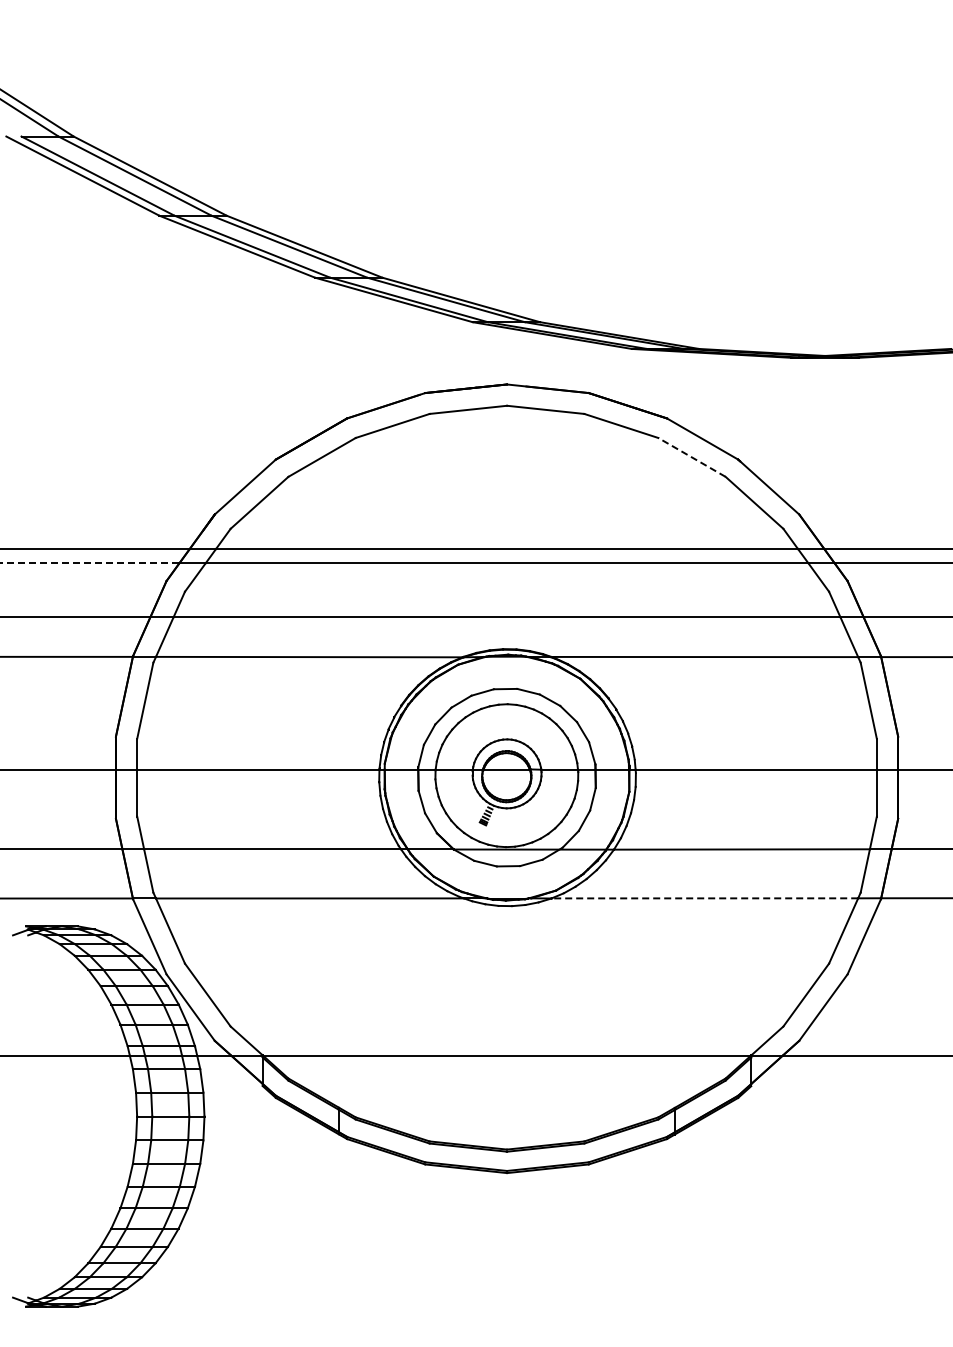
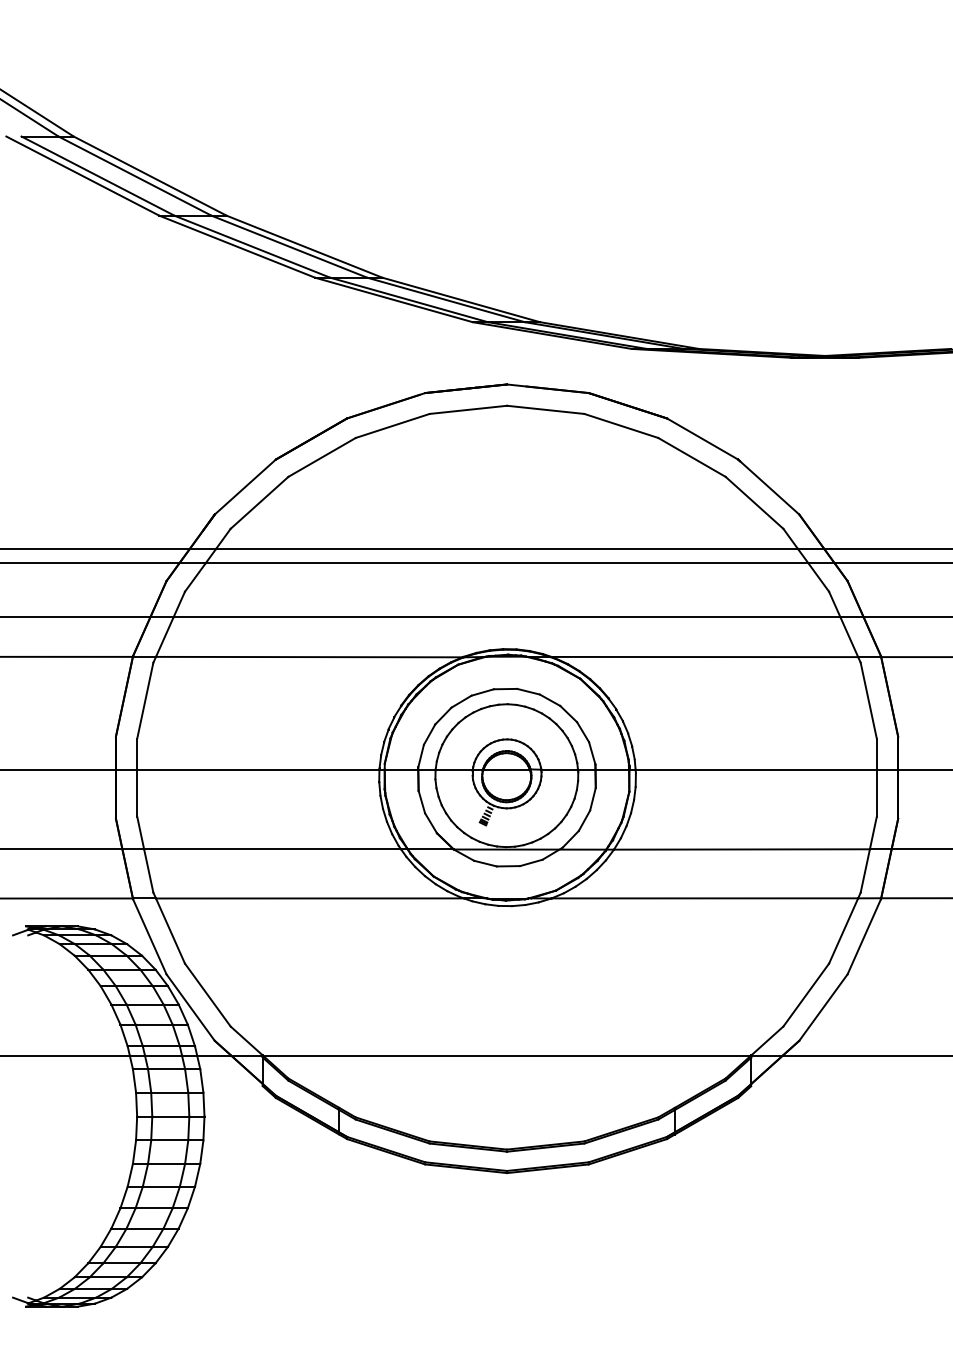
line at (691, 457): dashed -> solid
line at (89, 563): dashed -> solid
line at (704, 898): dashed -> solid
